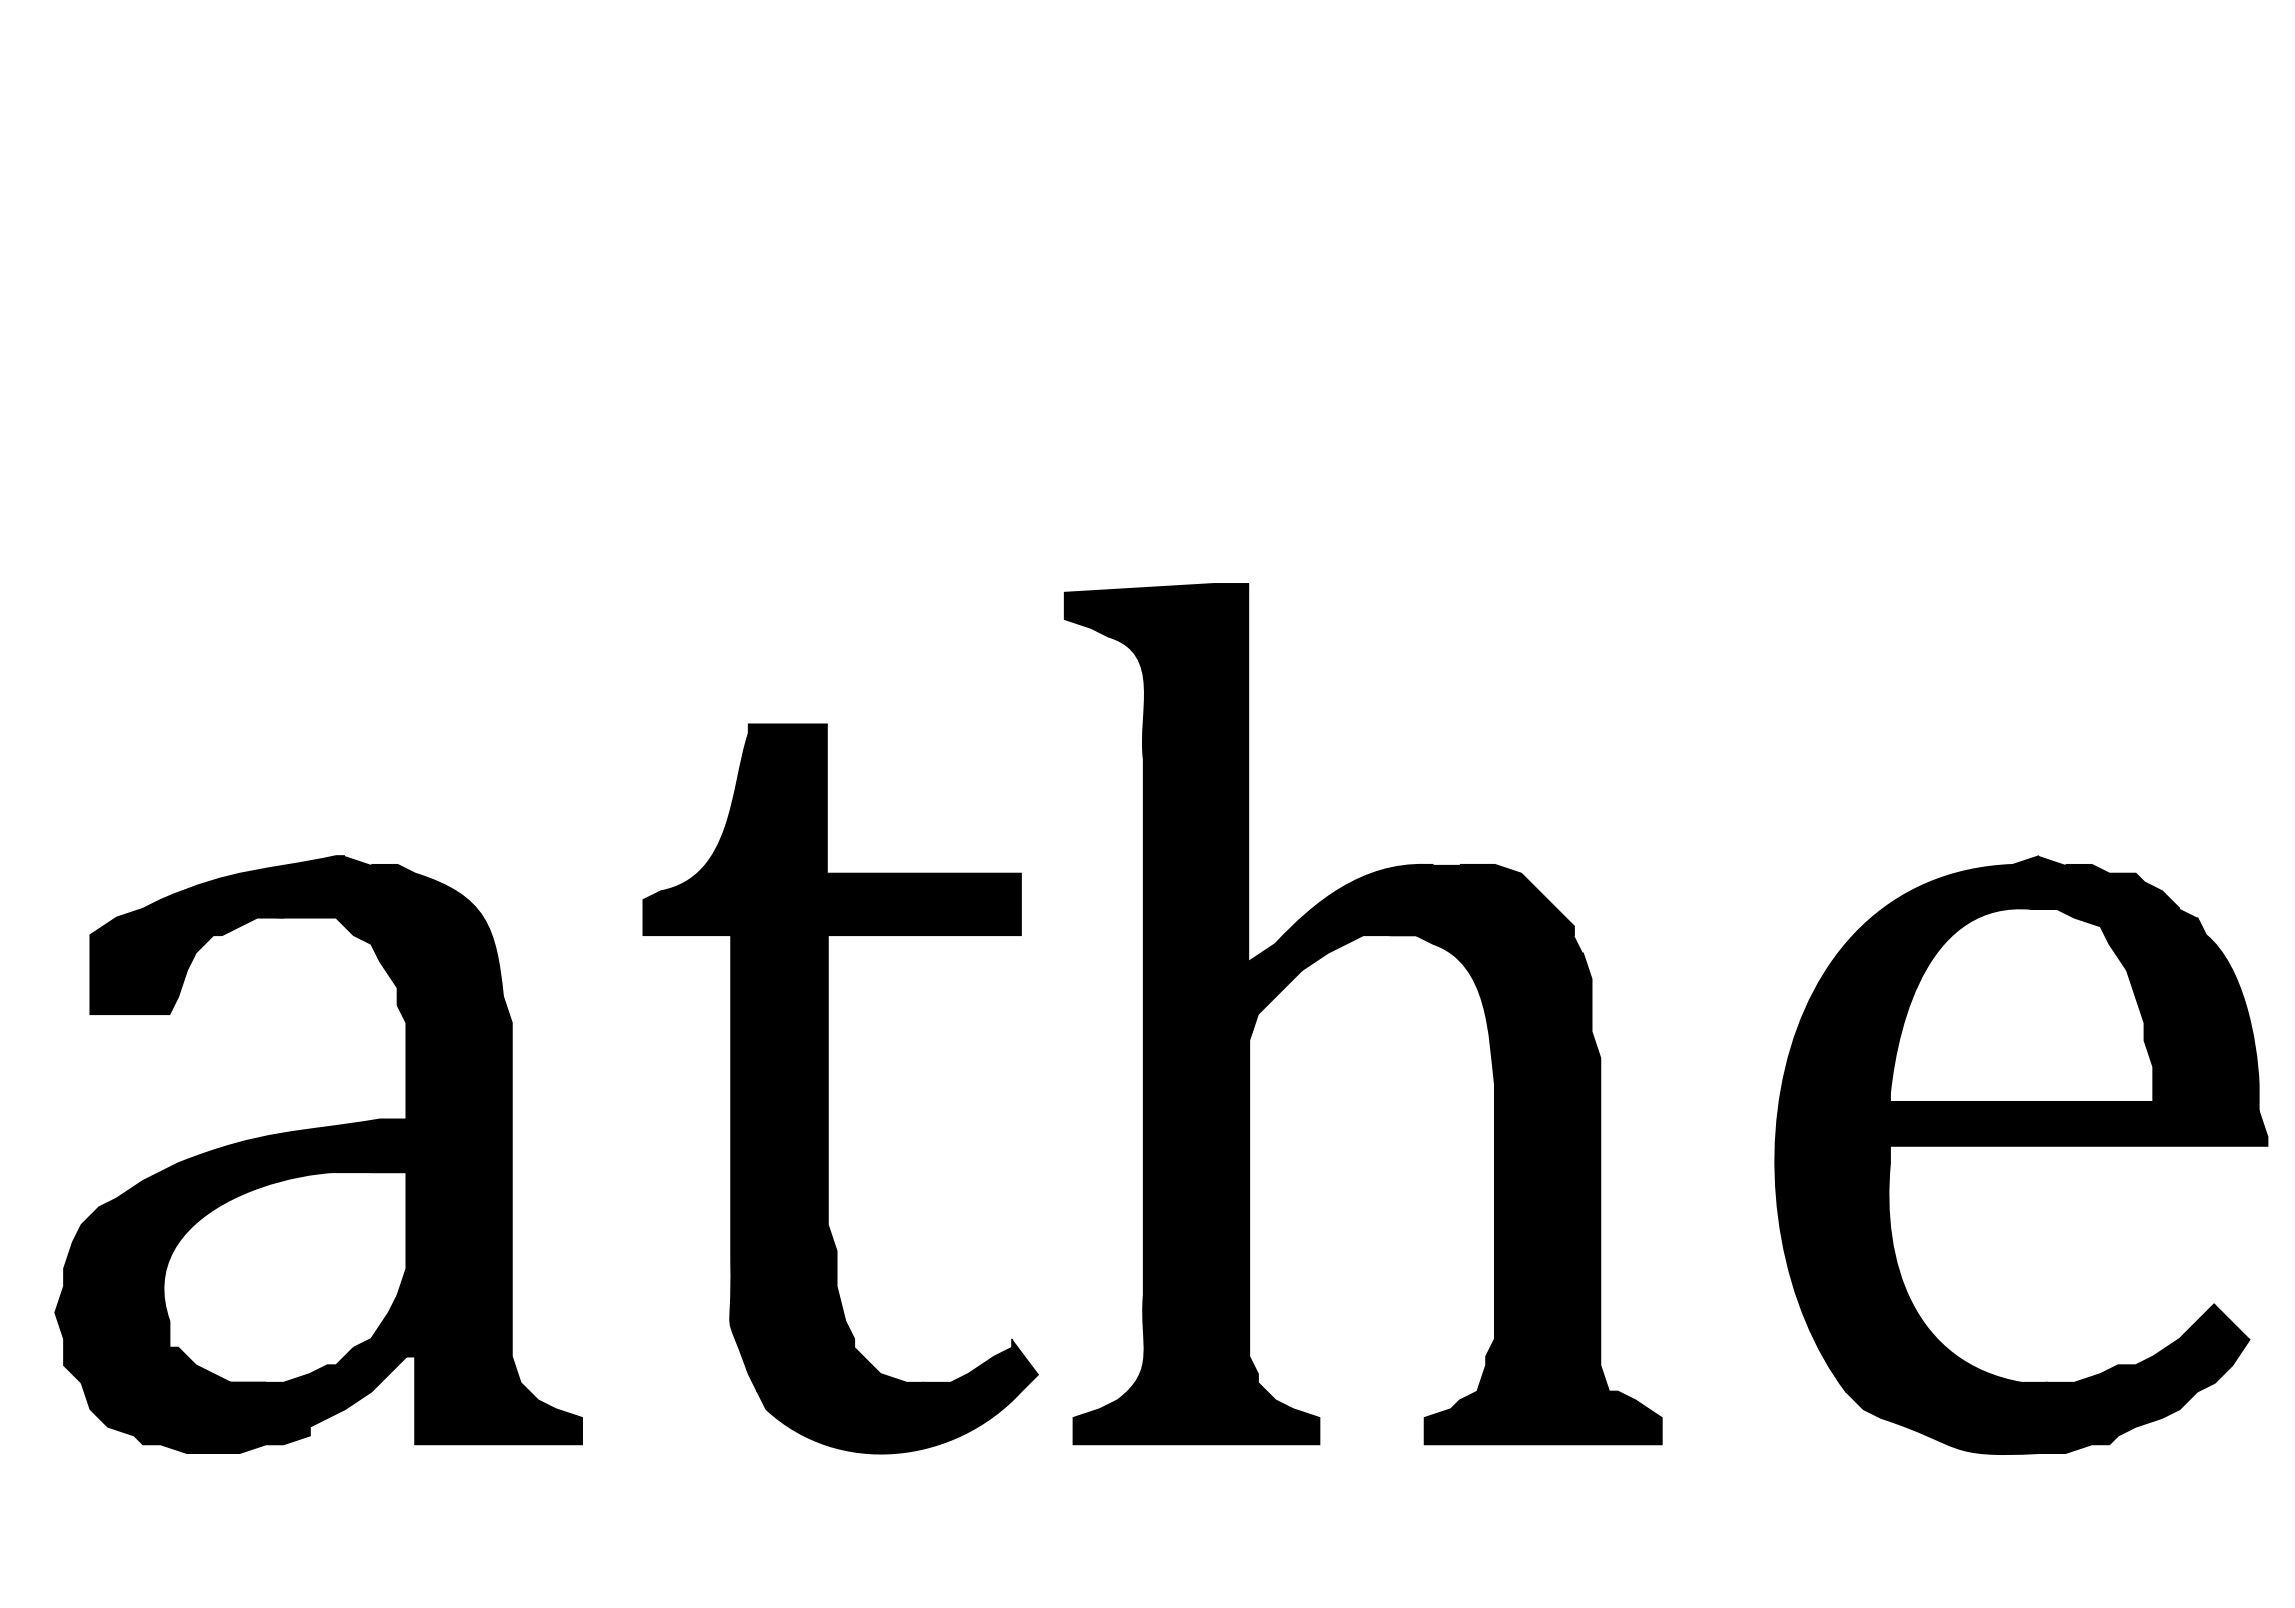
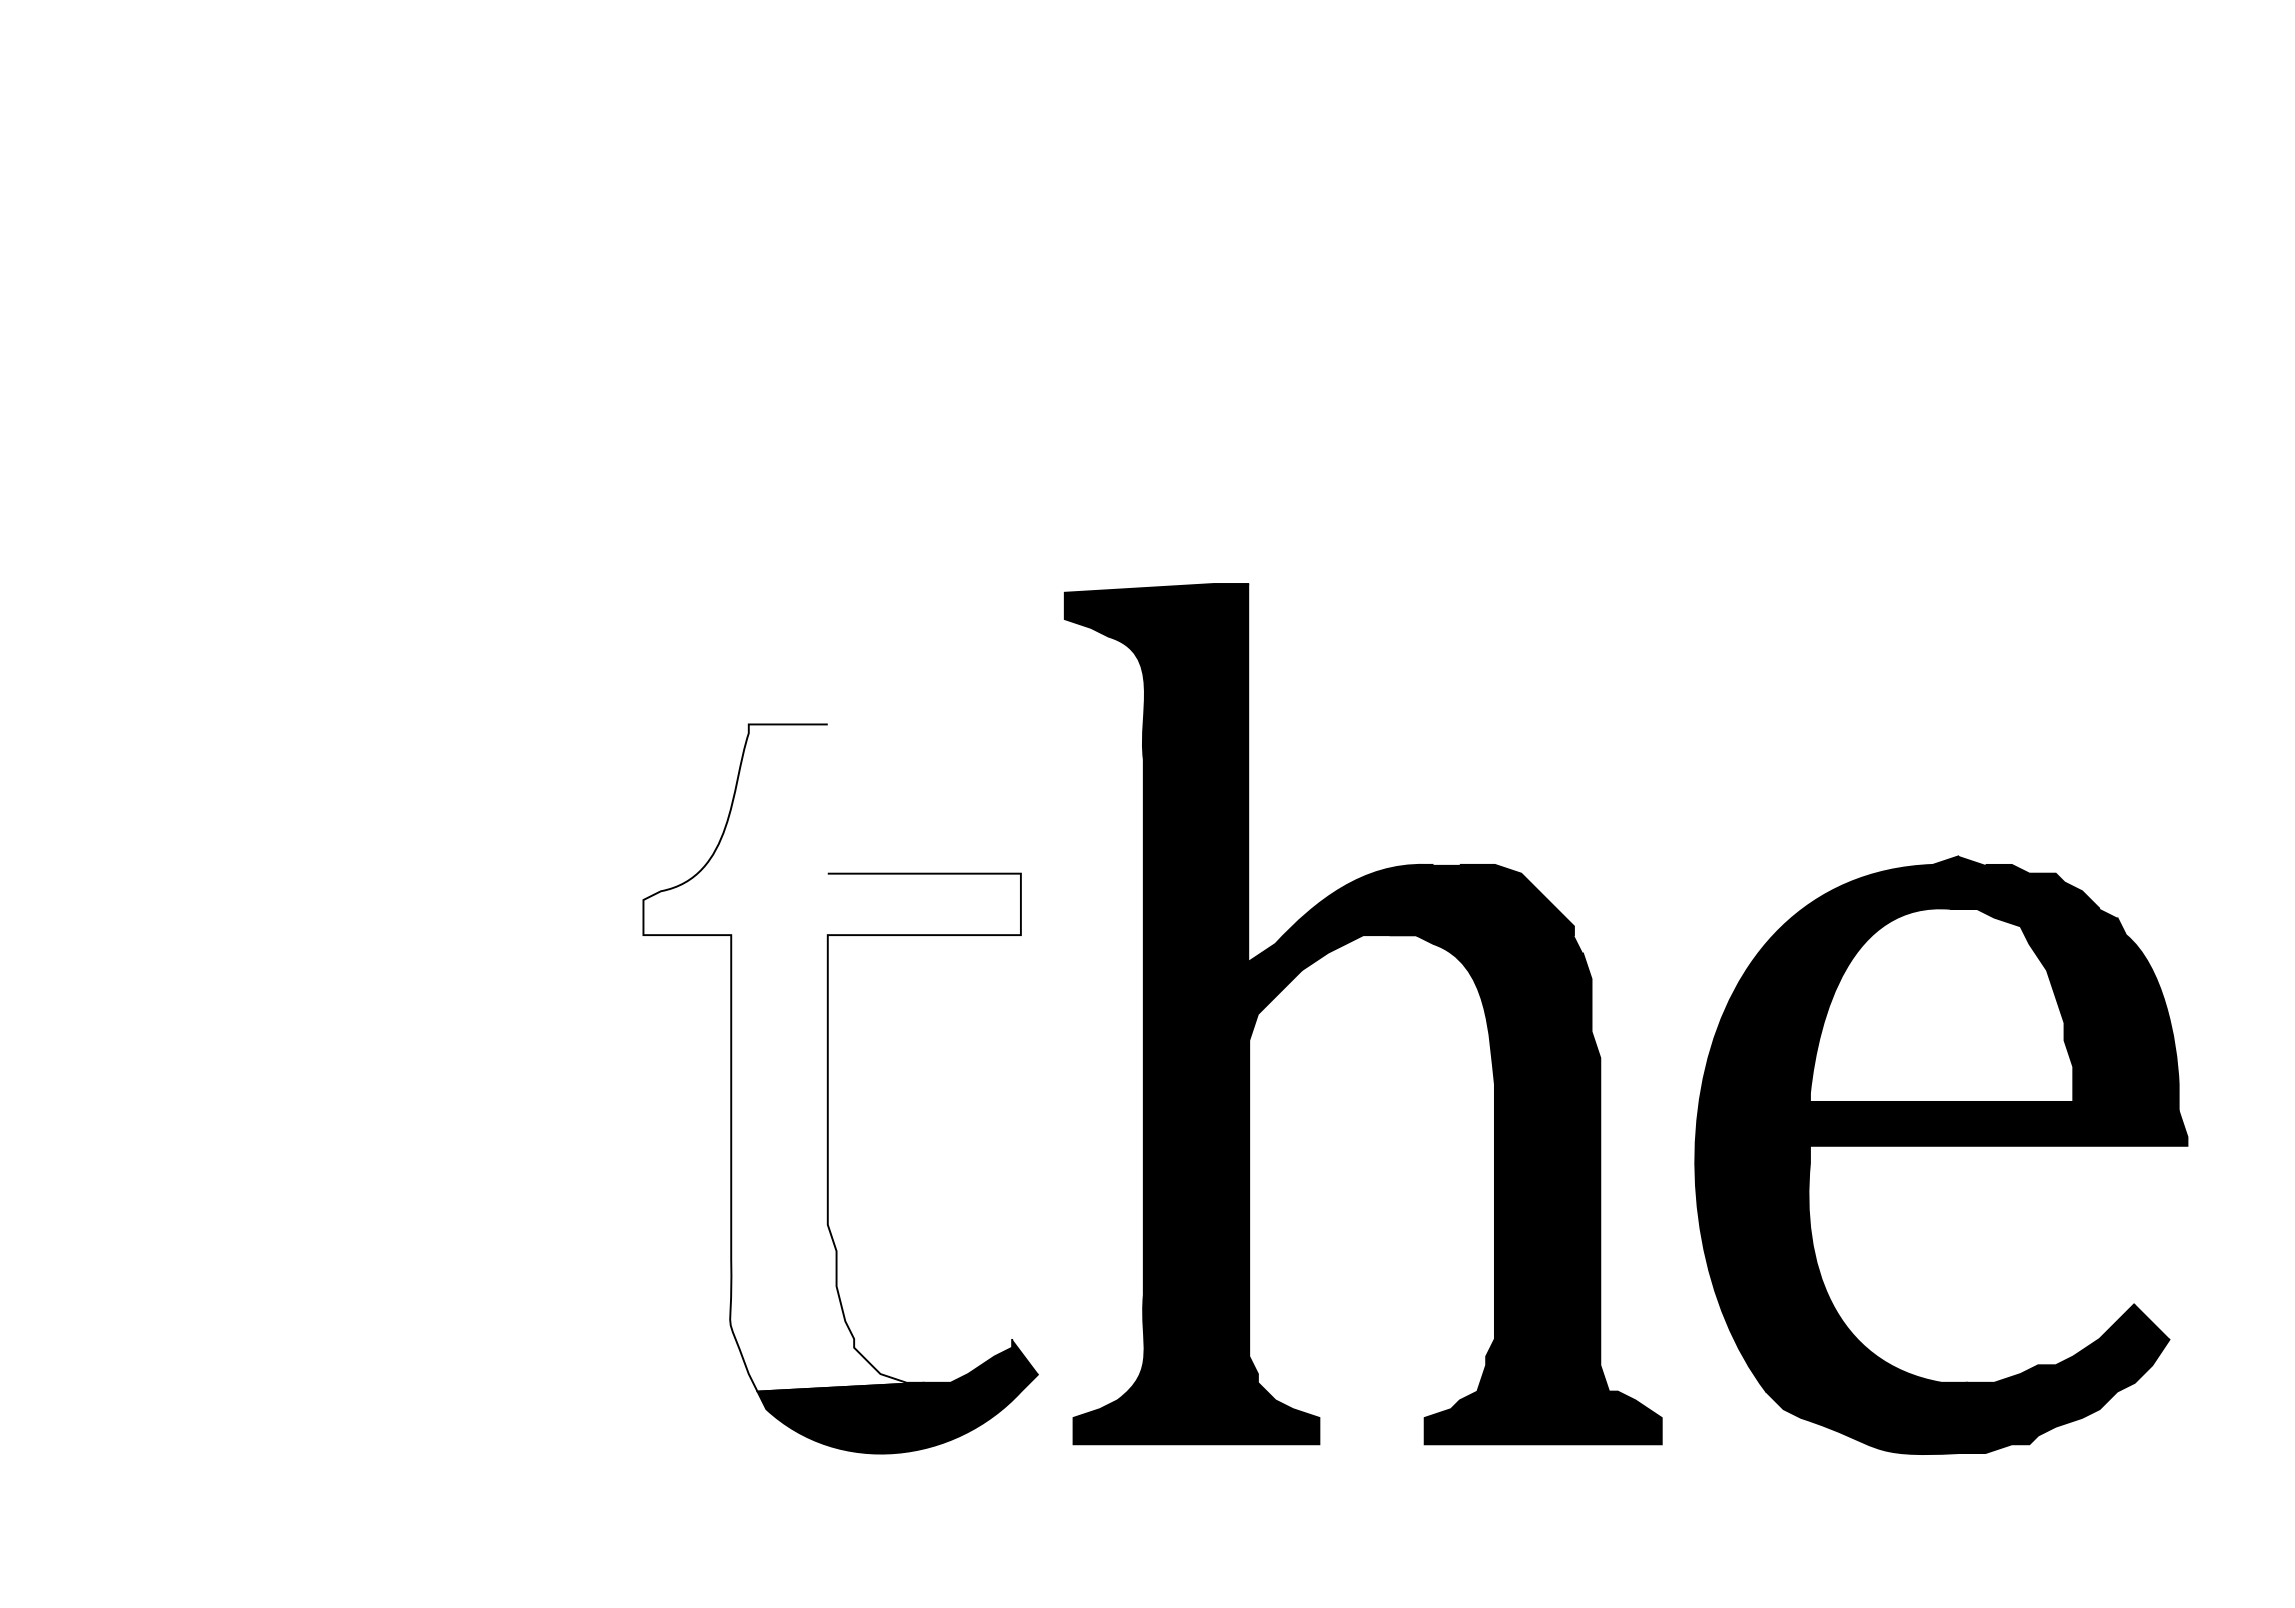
fill at (831, 1057): present -> none
part at (2021, 1146) position: (2021, 1146) -> (1941, 1146)
part at (318, 1154): present -> none
